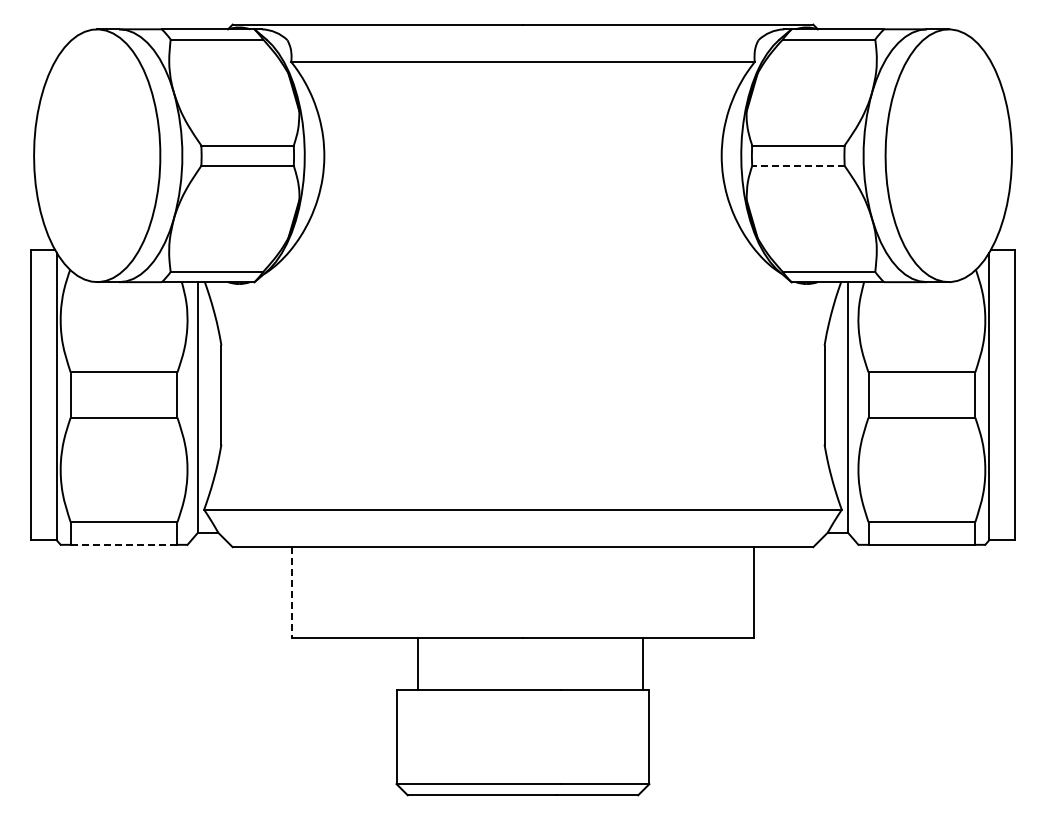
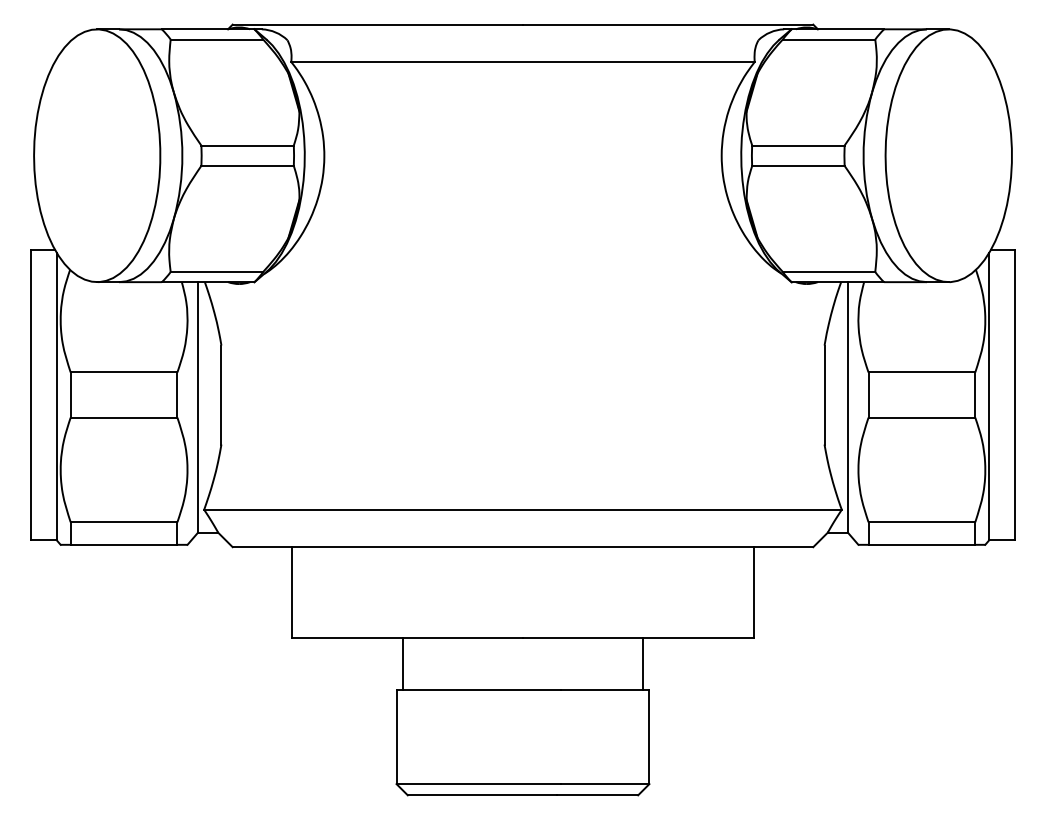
line at (797, 165): dashed -> solid
line at (124, 544): dashed -> solid
line at (291, 593): dashed -> solid
line at (417, 663) position: (417, 663) -> (402, 663)
